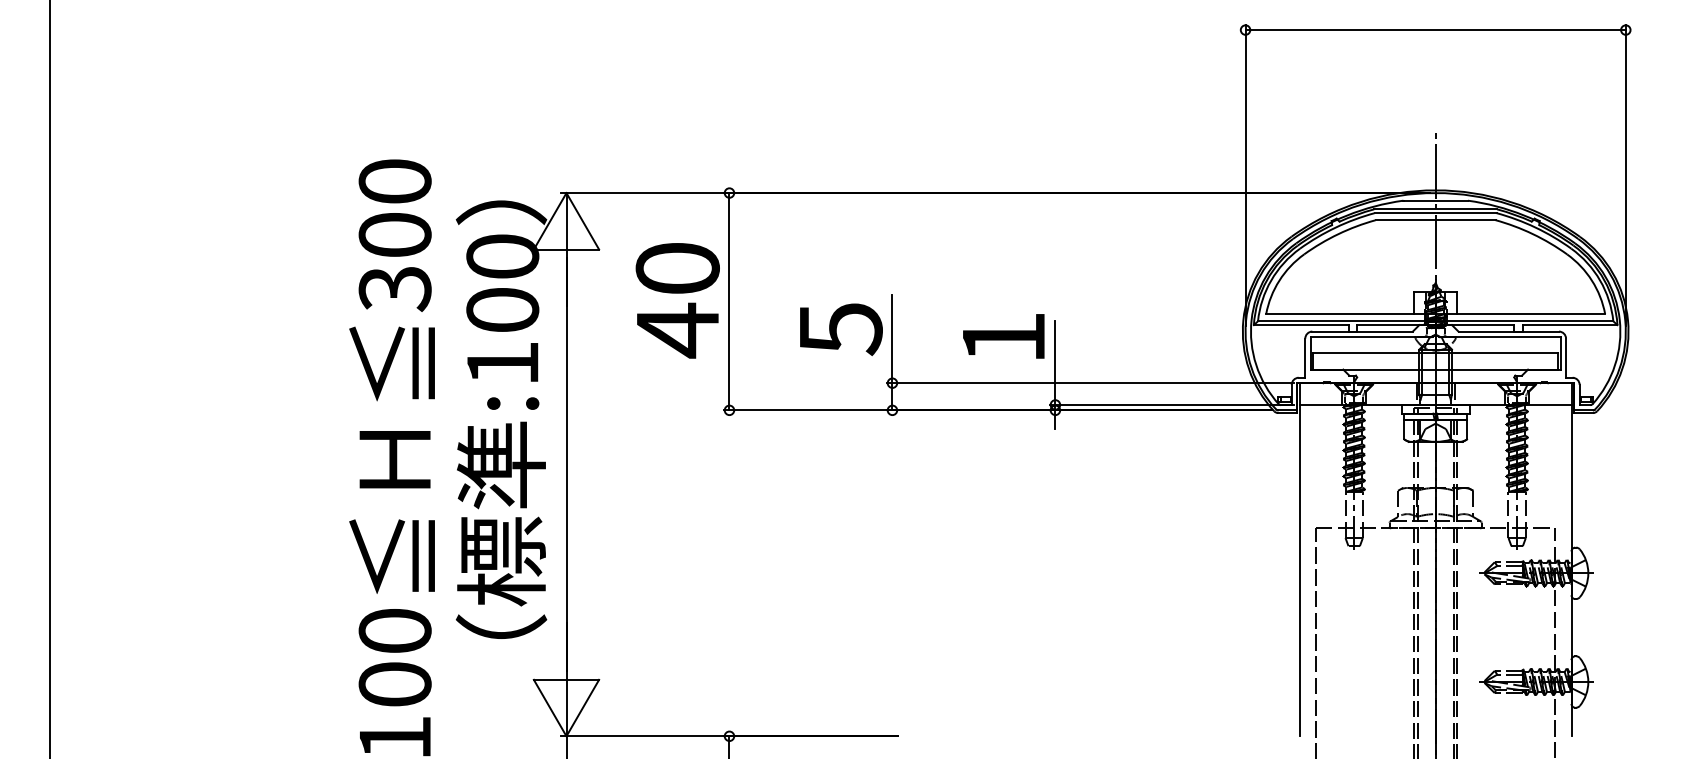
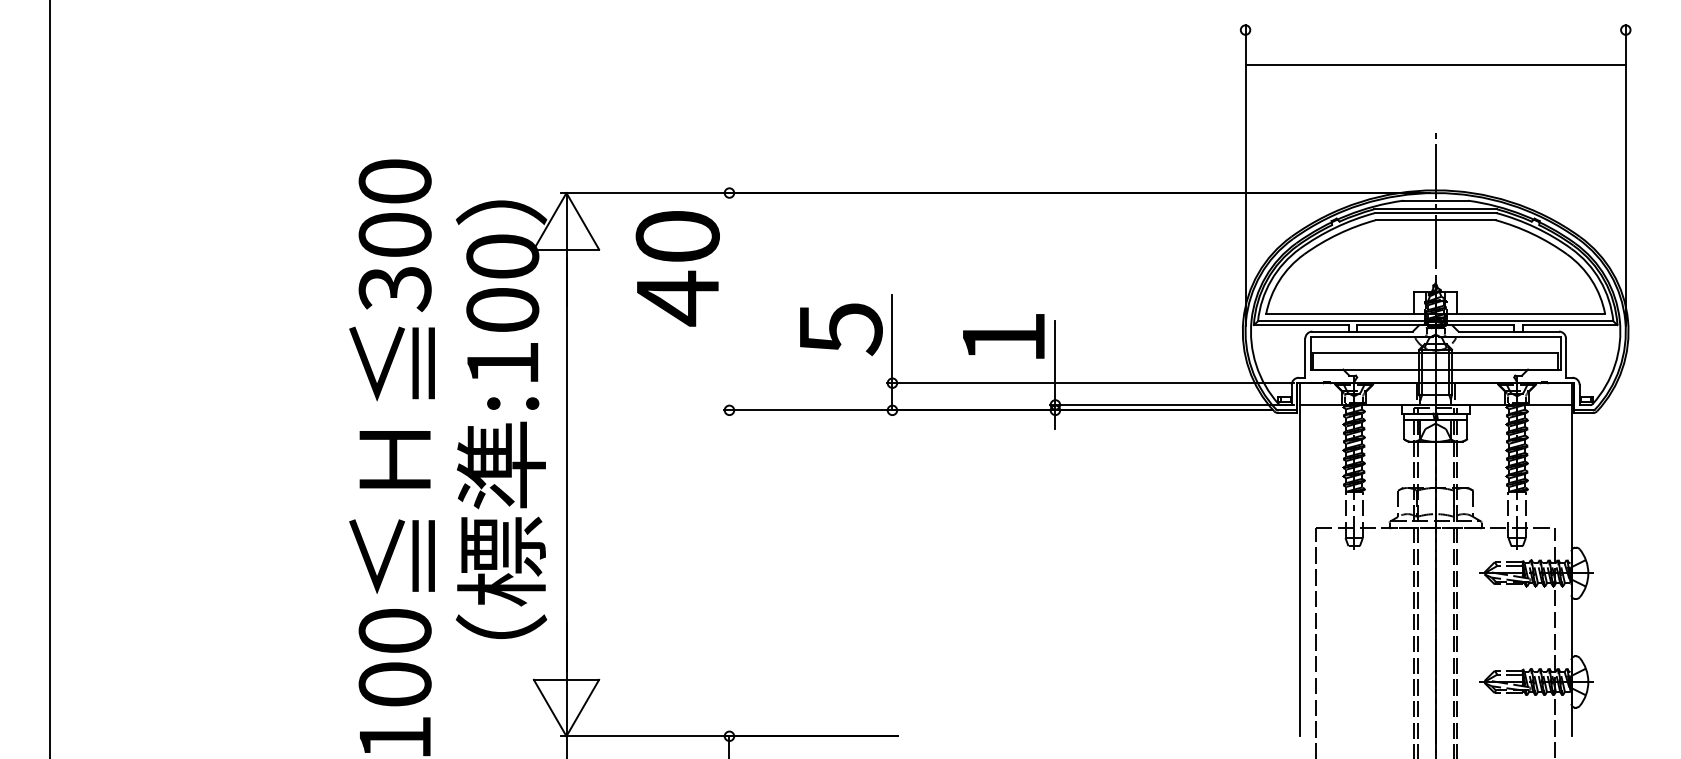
line at (1435, 30) position: (1435, 30) -> (1435, 65)
text at (677, 300) position: (677, 300) -> (677, 268)
line at (729, 301): present -> none
